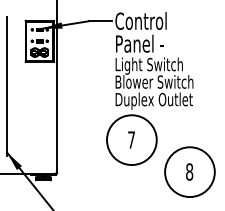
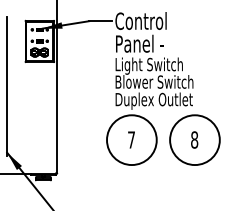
part at (189, 171) position: (189, 171) -> (194, 139)
